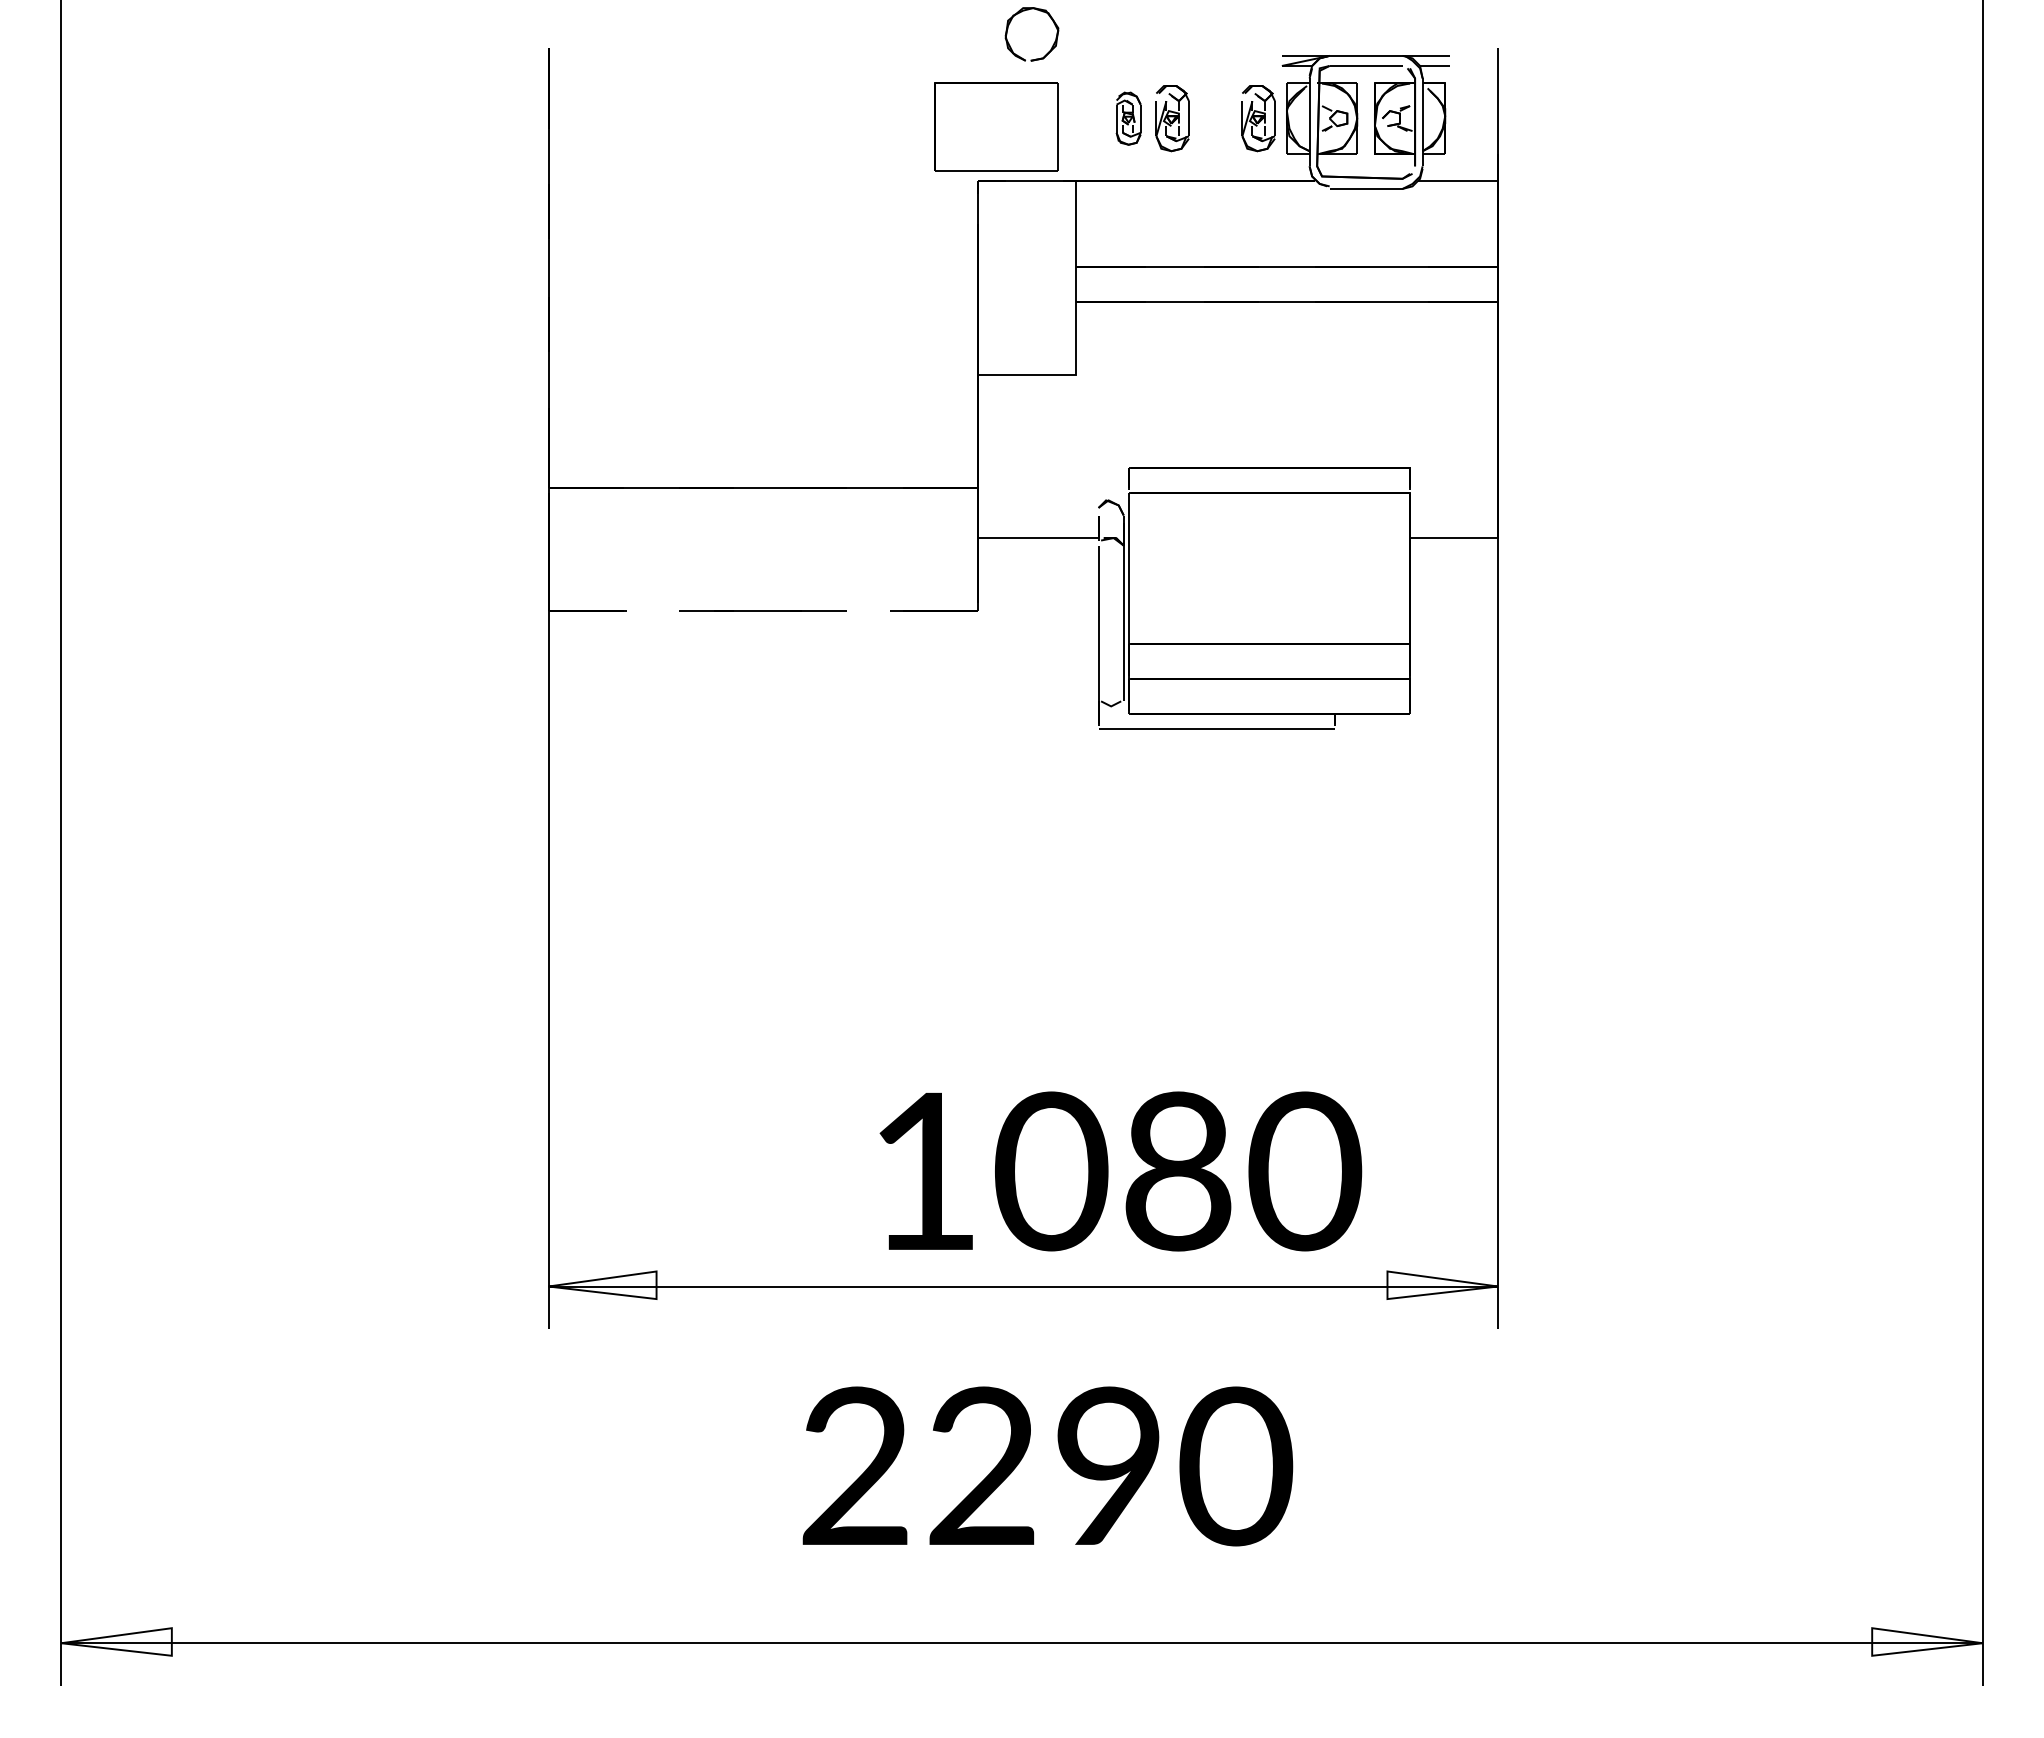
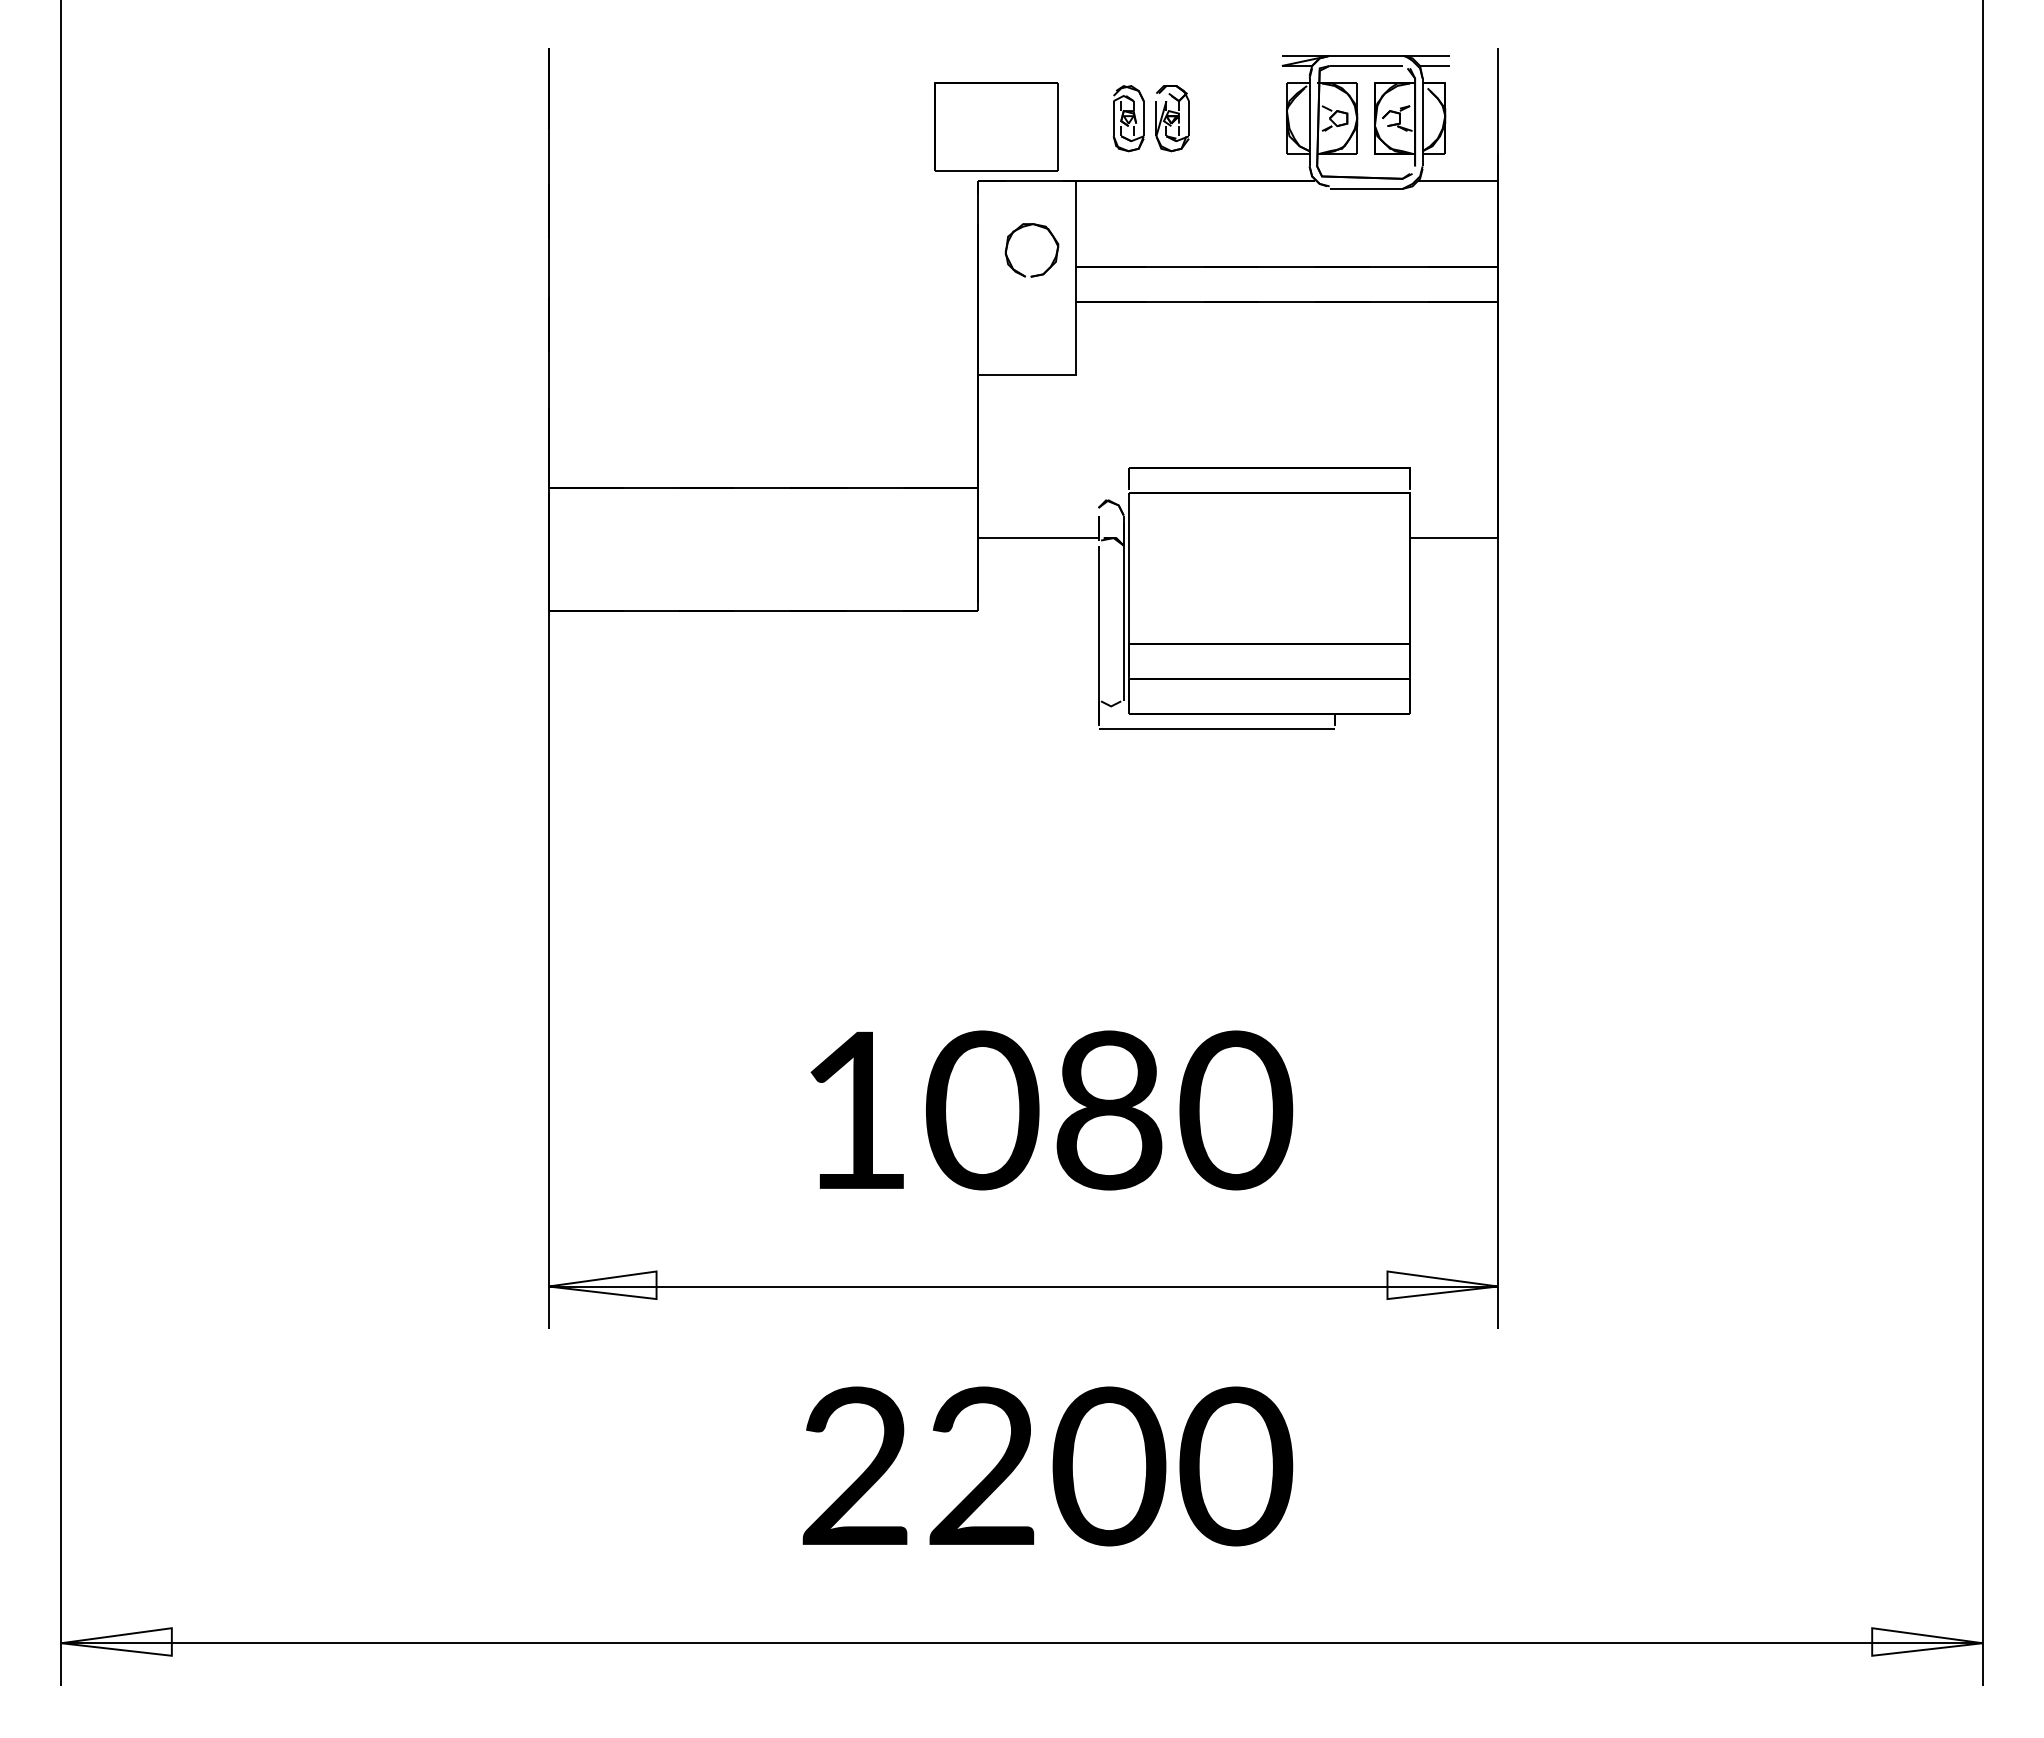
part at (1008, 29) position: (1008, 29) -> (1008, 245)
part at (1128, 118) size: 27x55 px -> 33x68 px
part at (1258, 118): present -> none
line at (763, 610): dashed -> solid
text at (1120, 1171) position: (1120, 1171) -> (1051, 1110)
text at (1109, 1466): 2290 -> 2200
